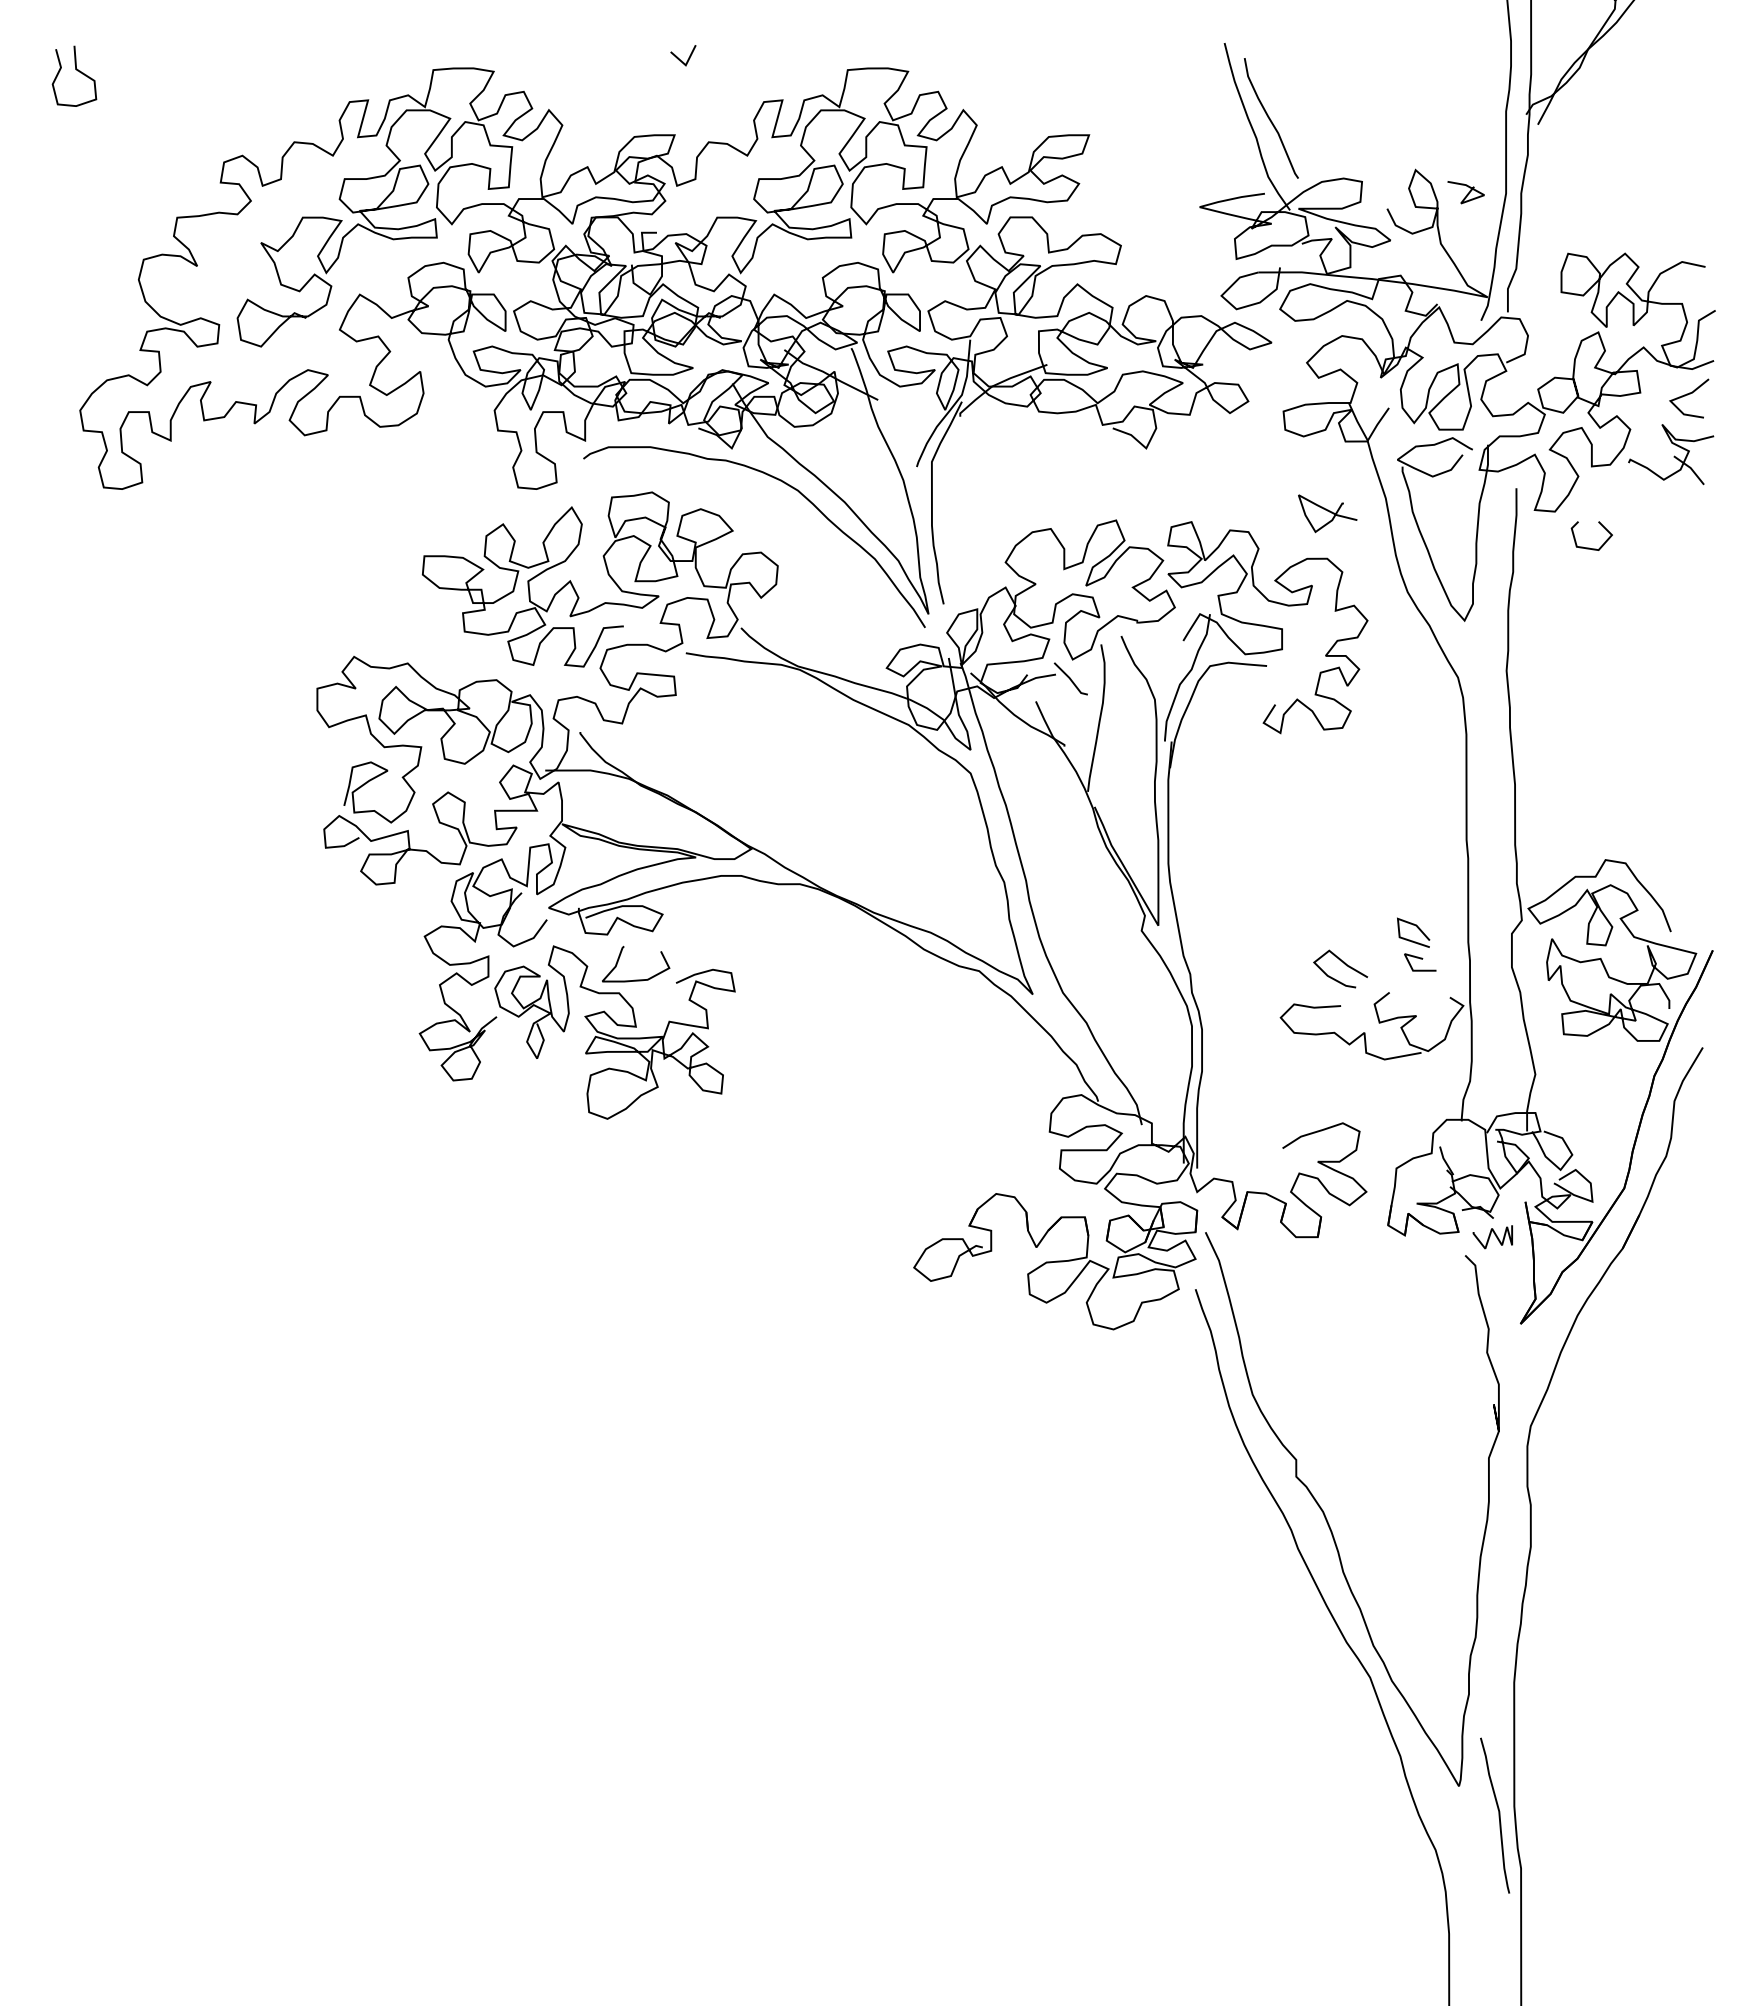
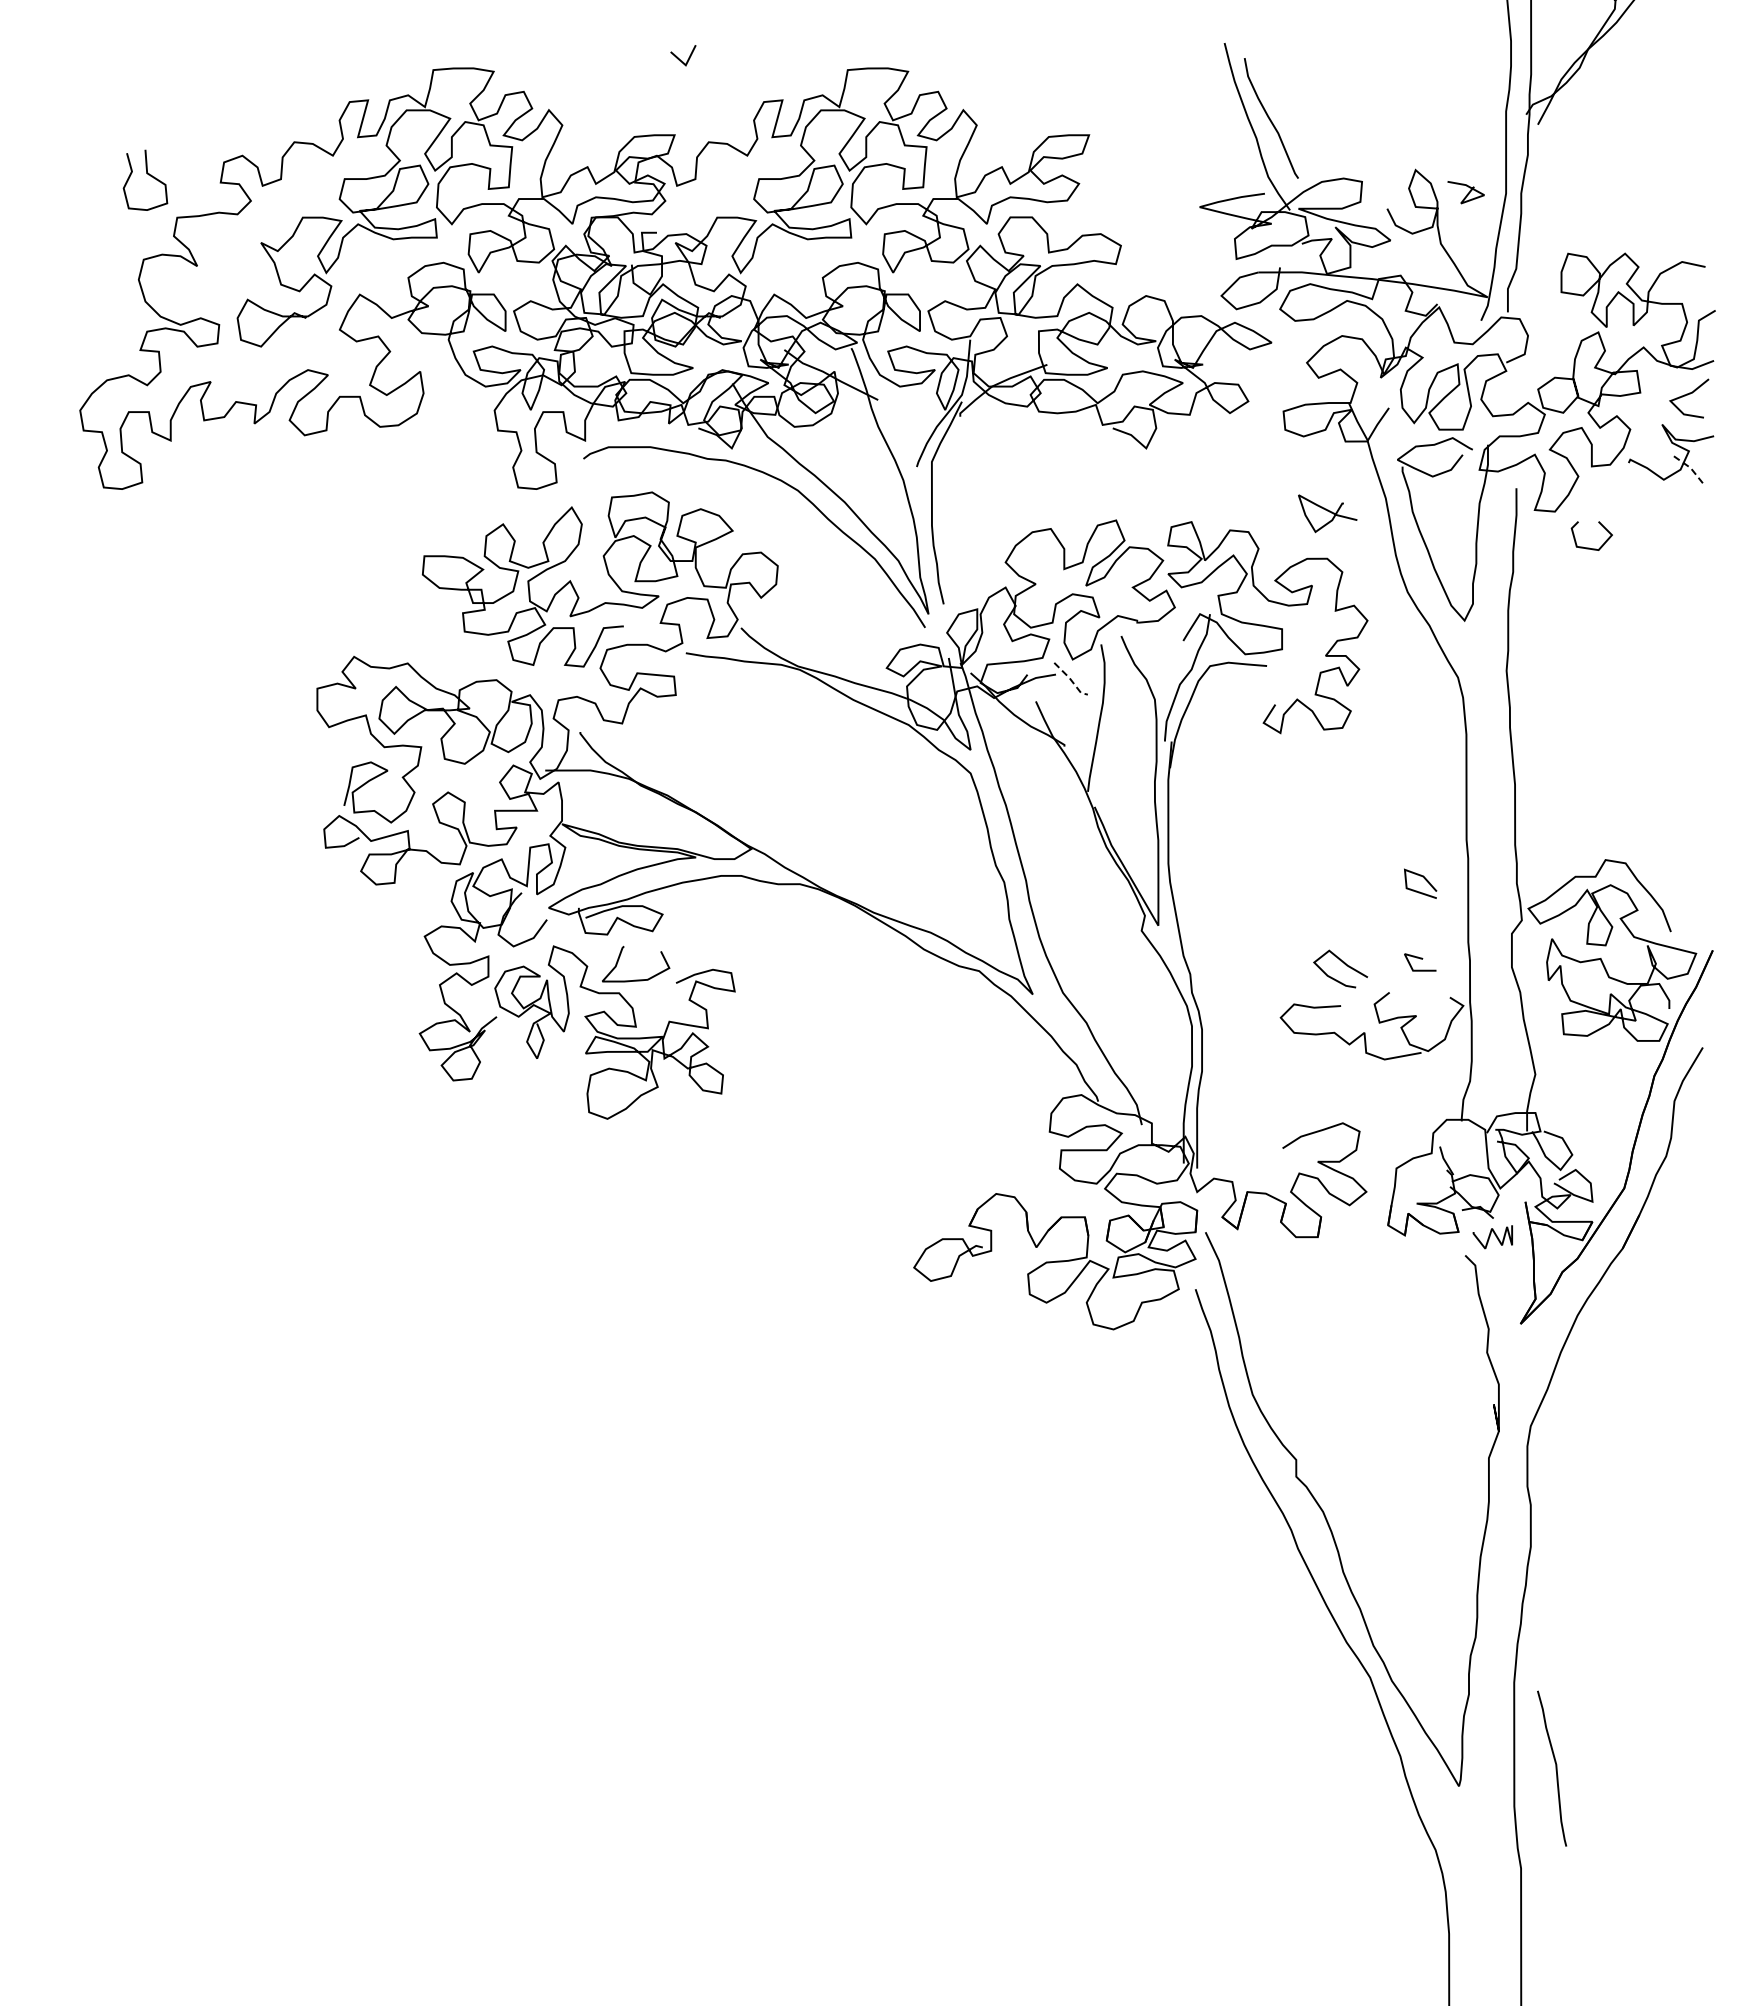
curve at (77, 71) position: (77, 71) -> (148, 175)
line at (1690, 467): solid -> dashed
line at (1071, 680): solid -> dashed
line at (1417, 928) position: (1417, 928) -> (1424, 879)
curve at (1498, 1815) position: (1498, 1815) -> (1555, 1768)
